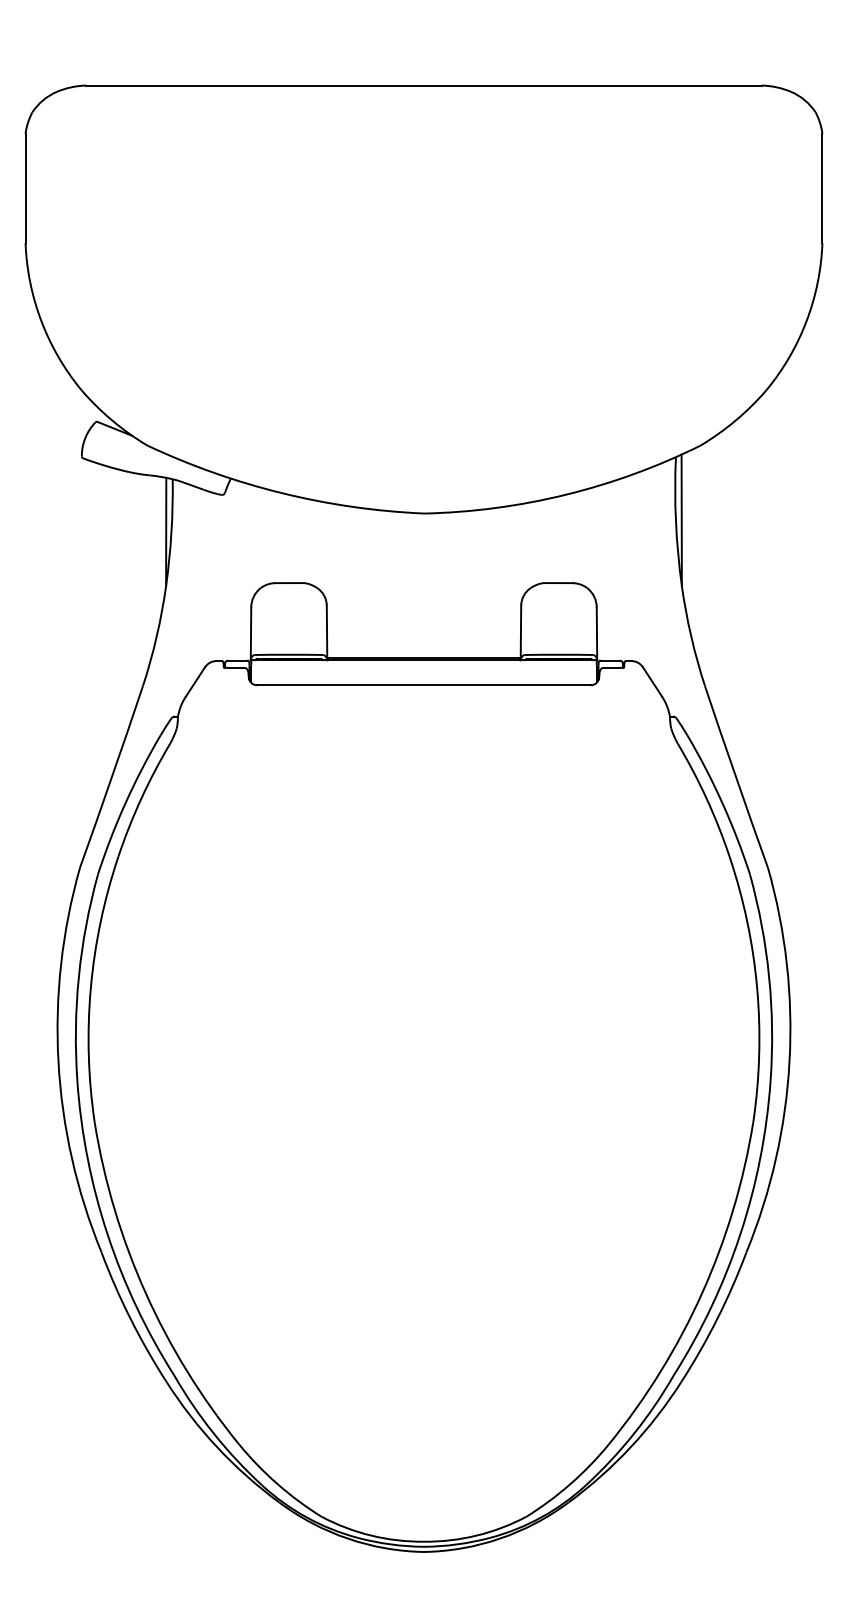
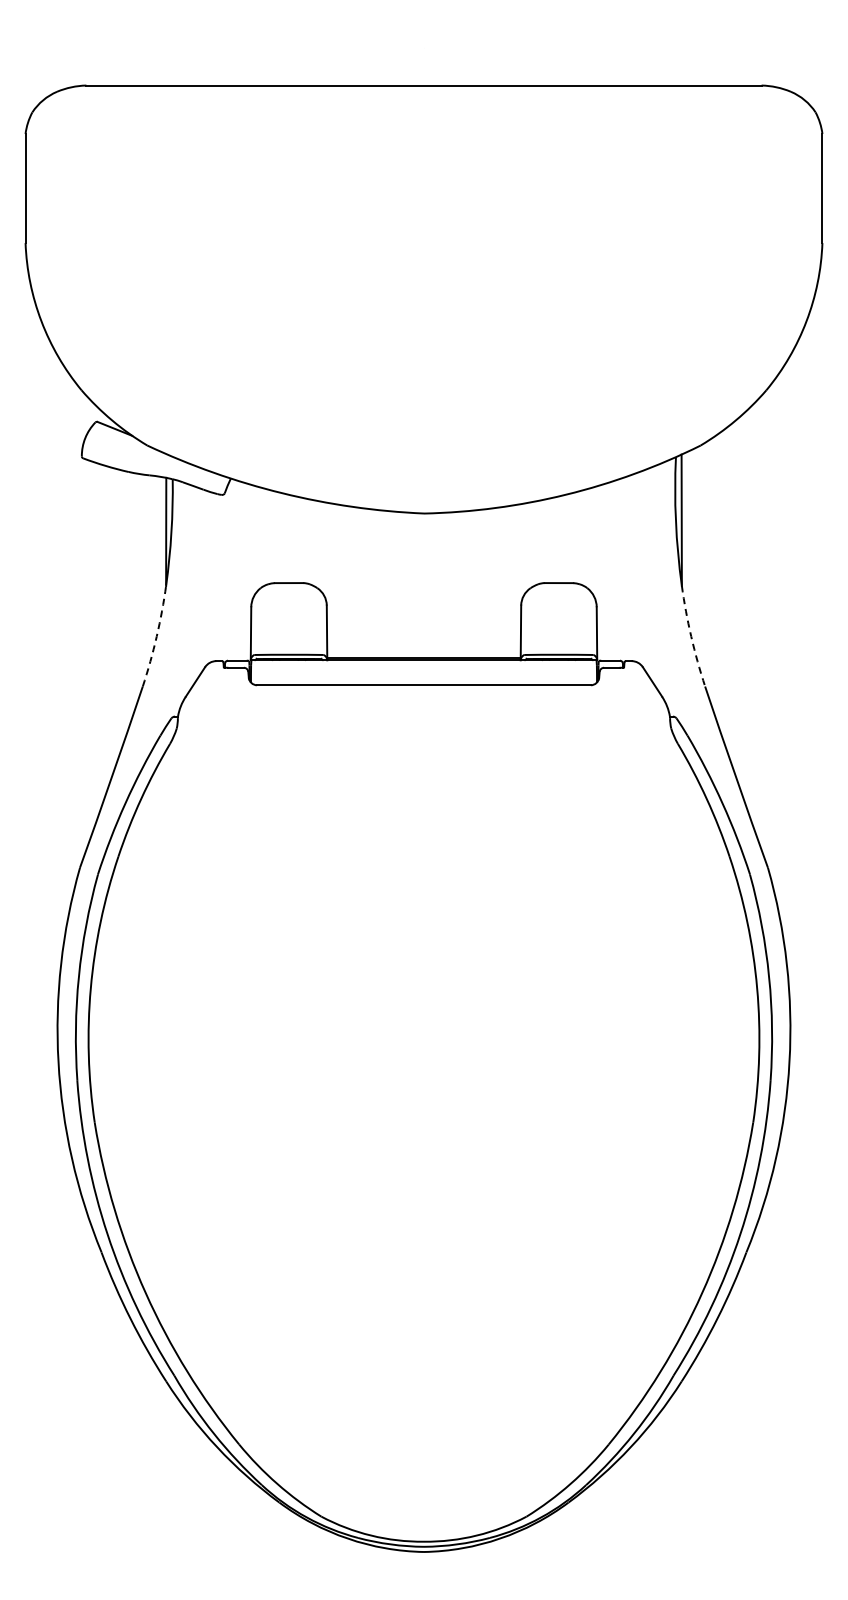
arc at (156, 636): solid -> dashed
arc at (691, 636): solid -> dashed
